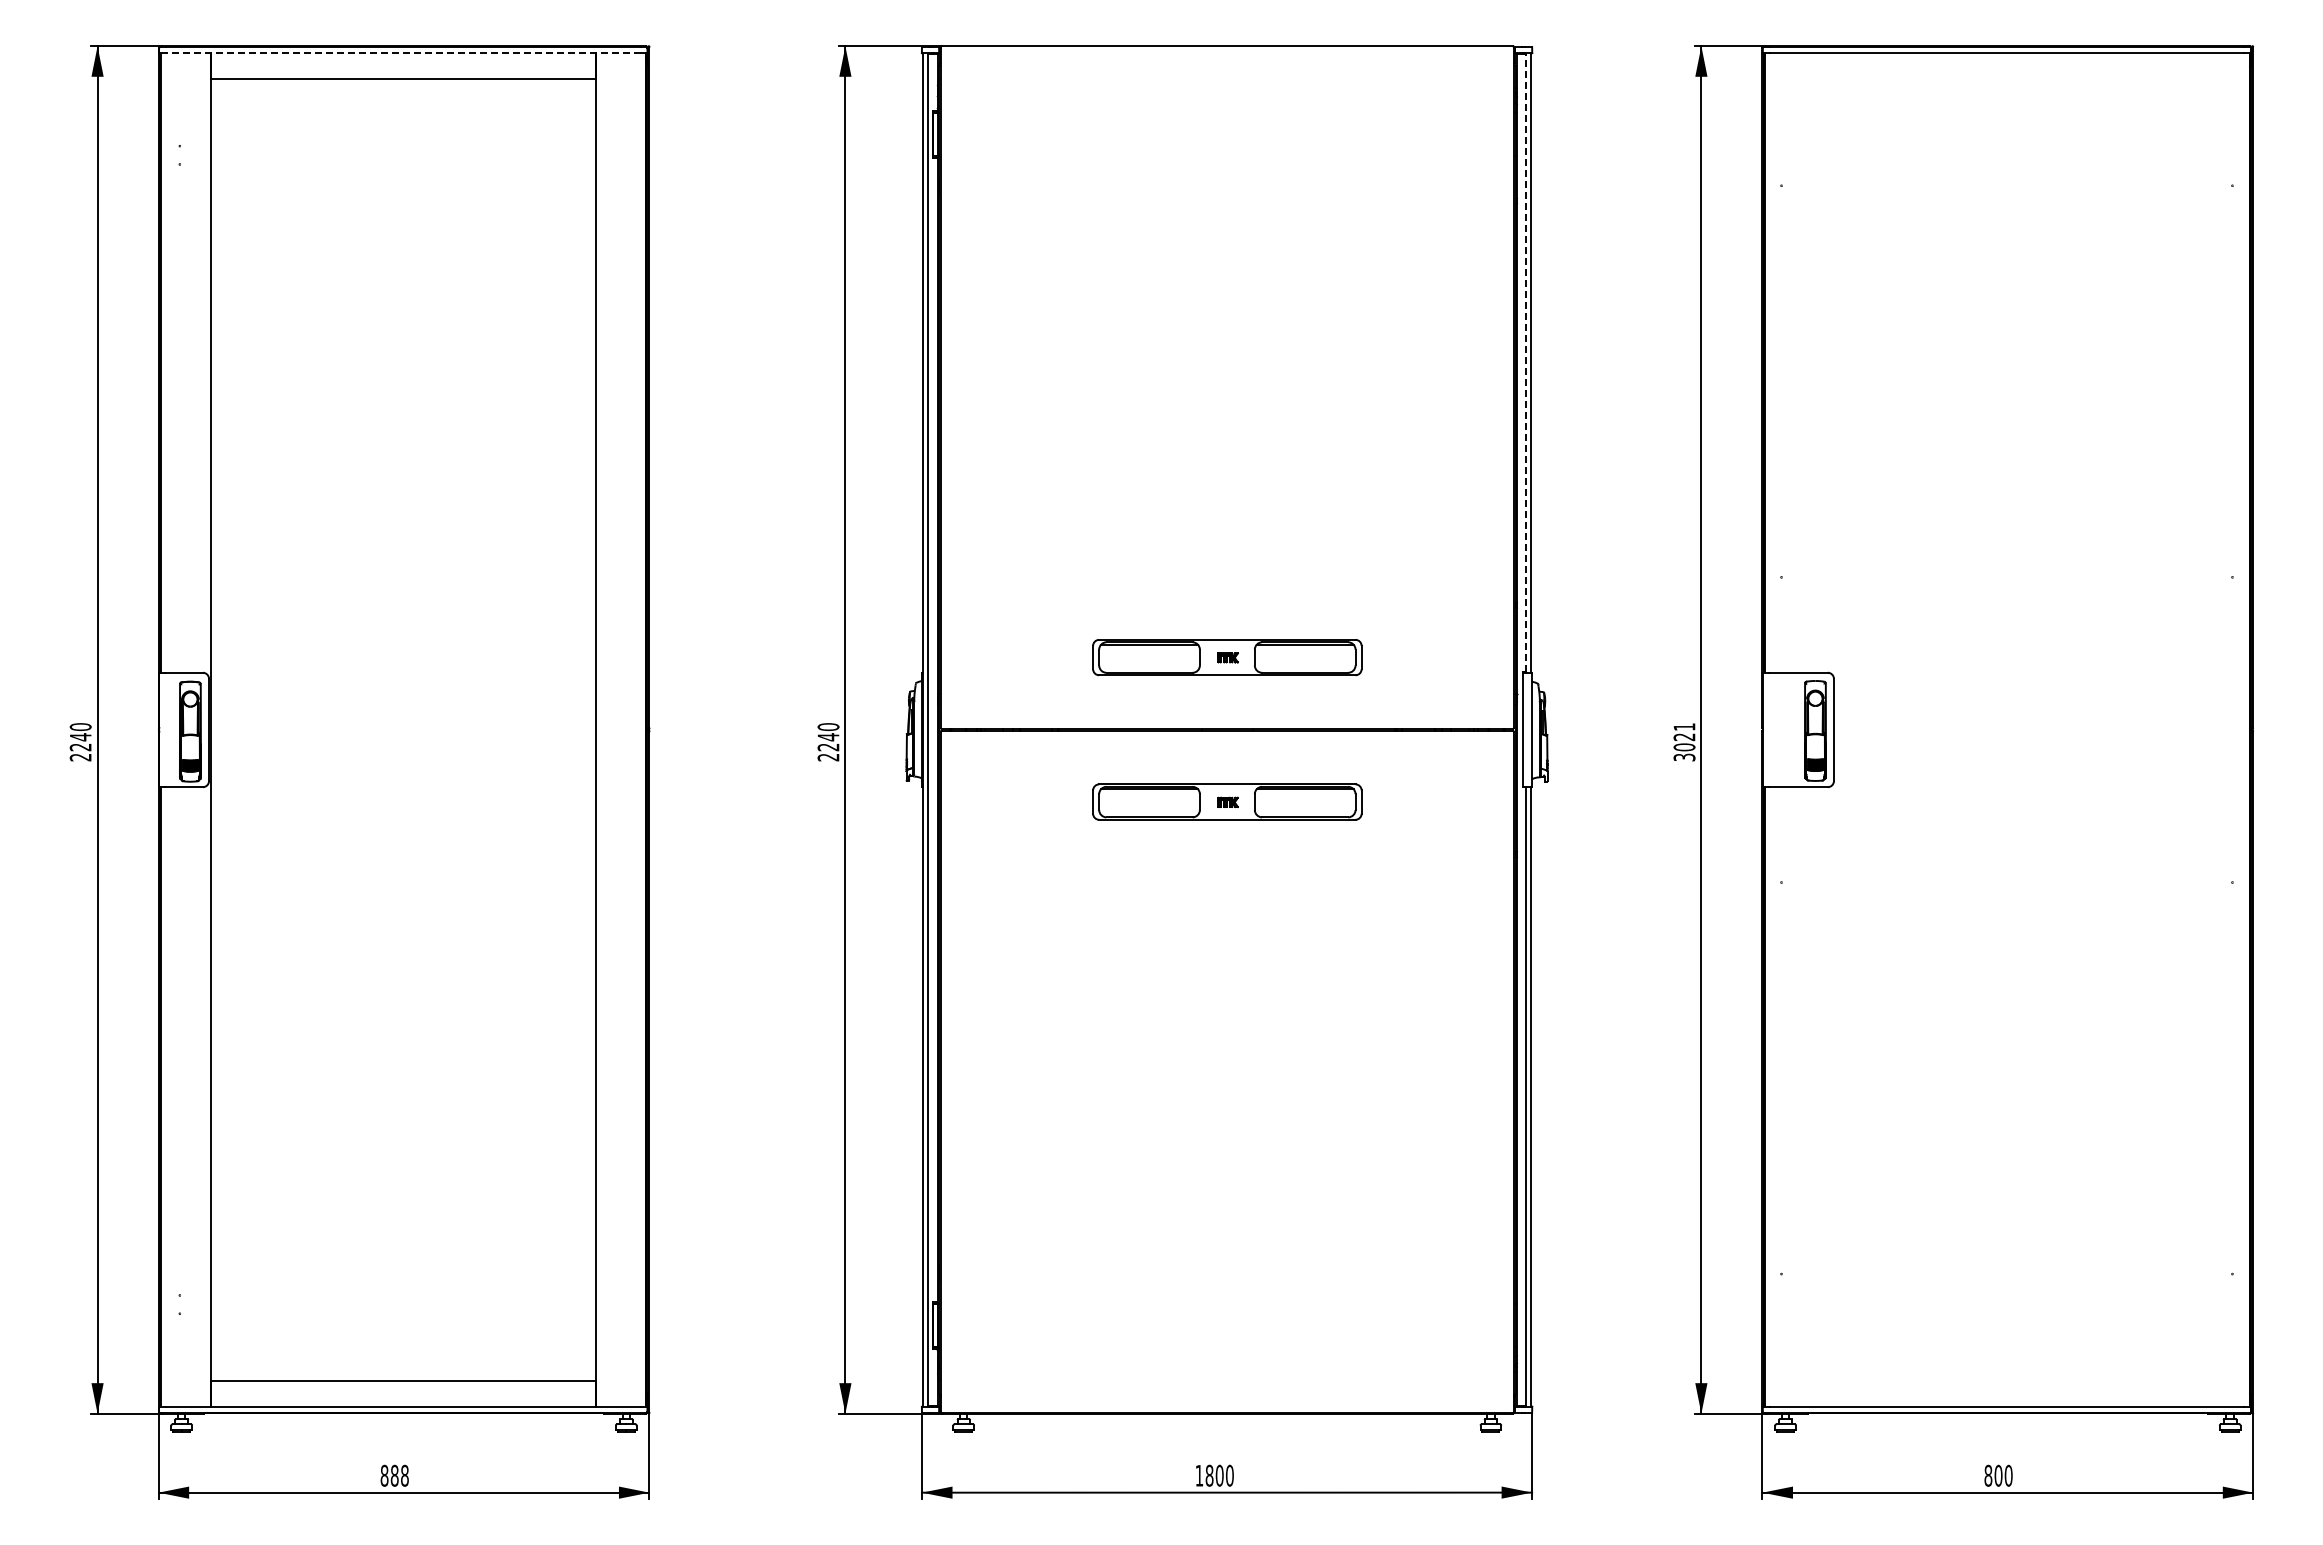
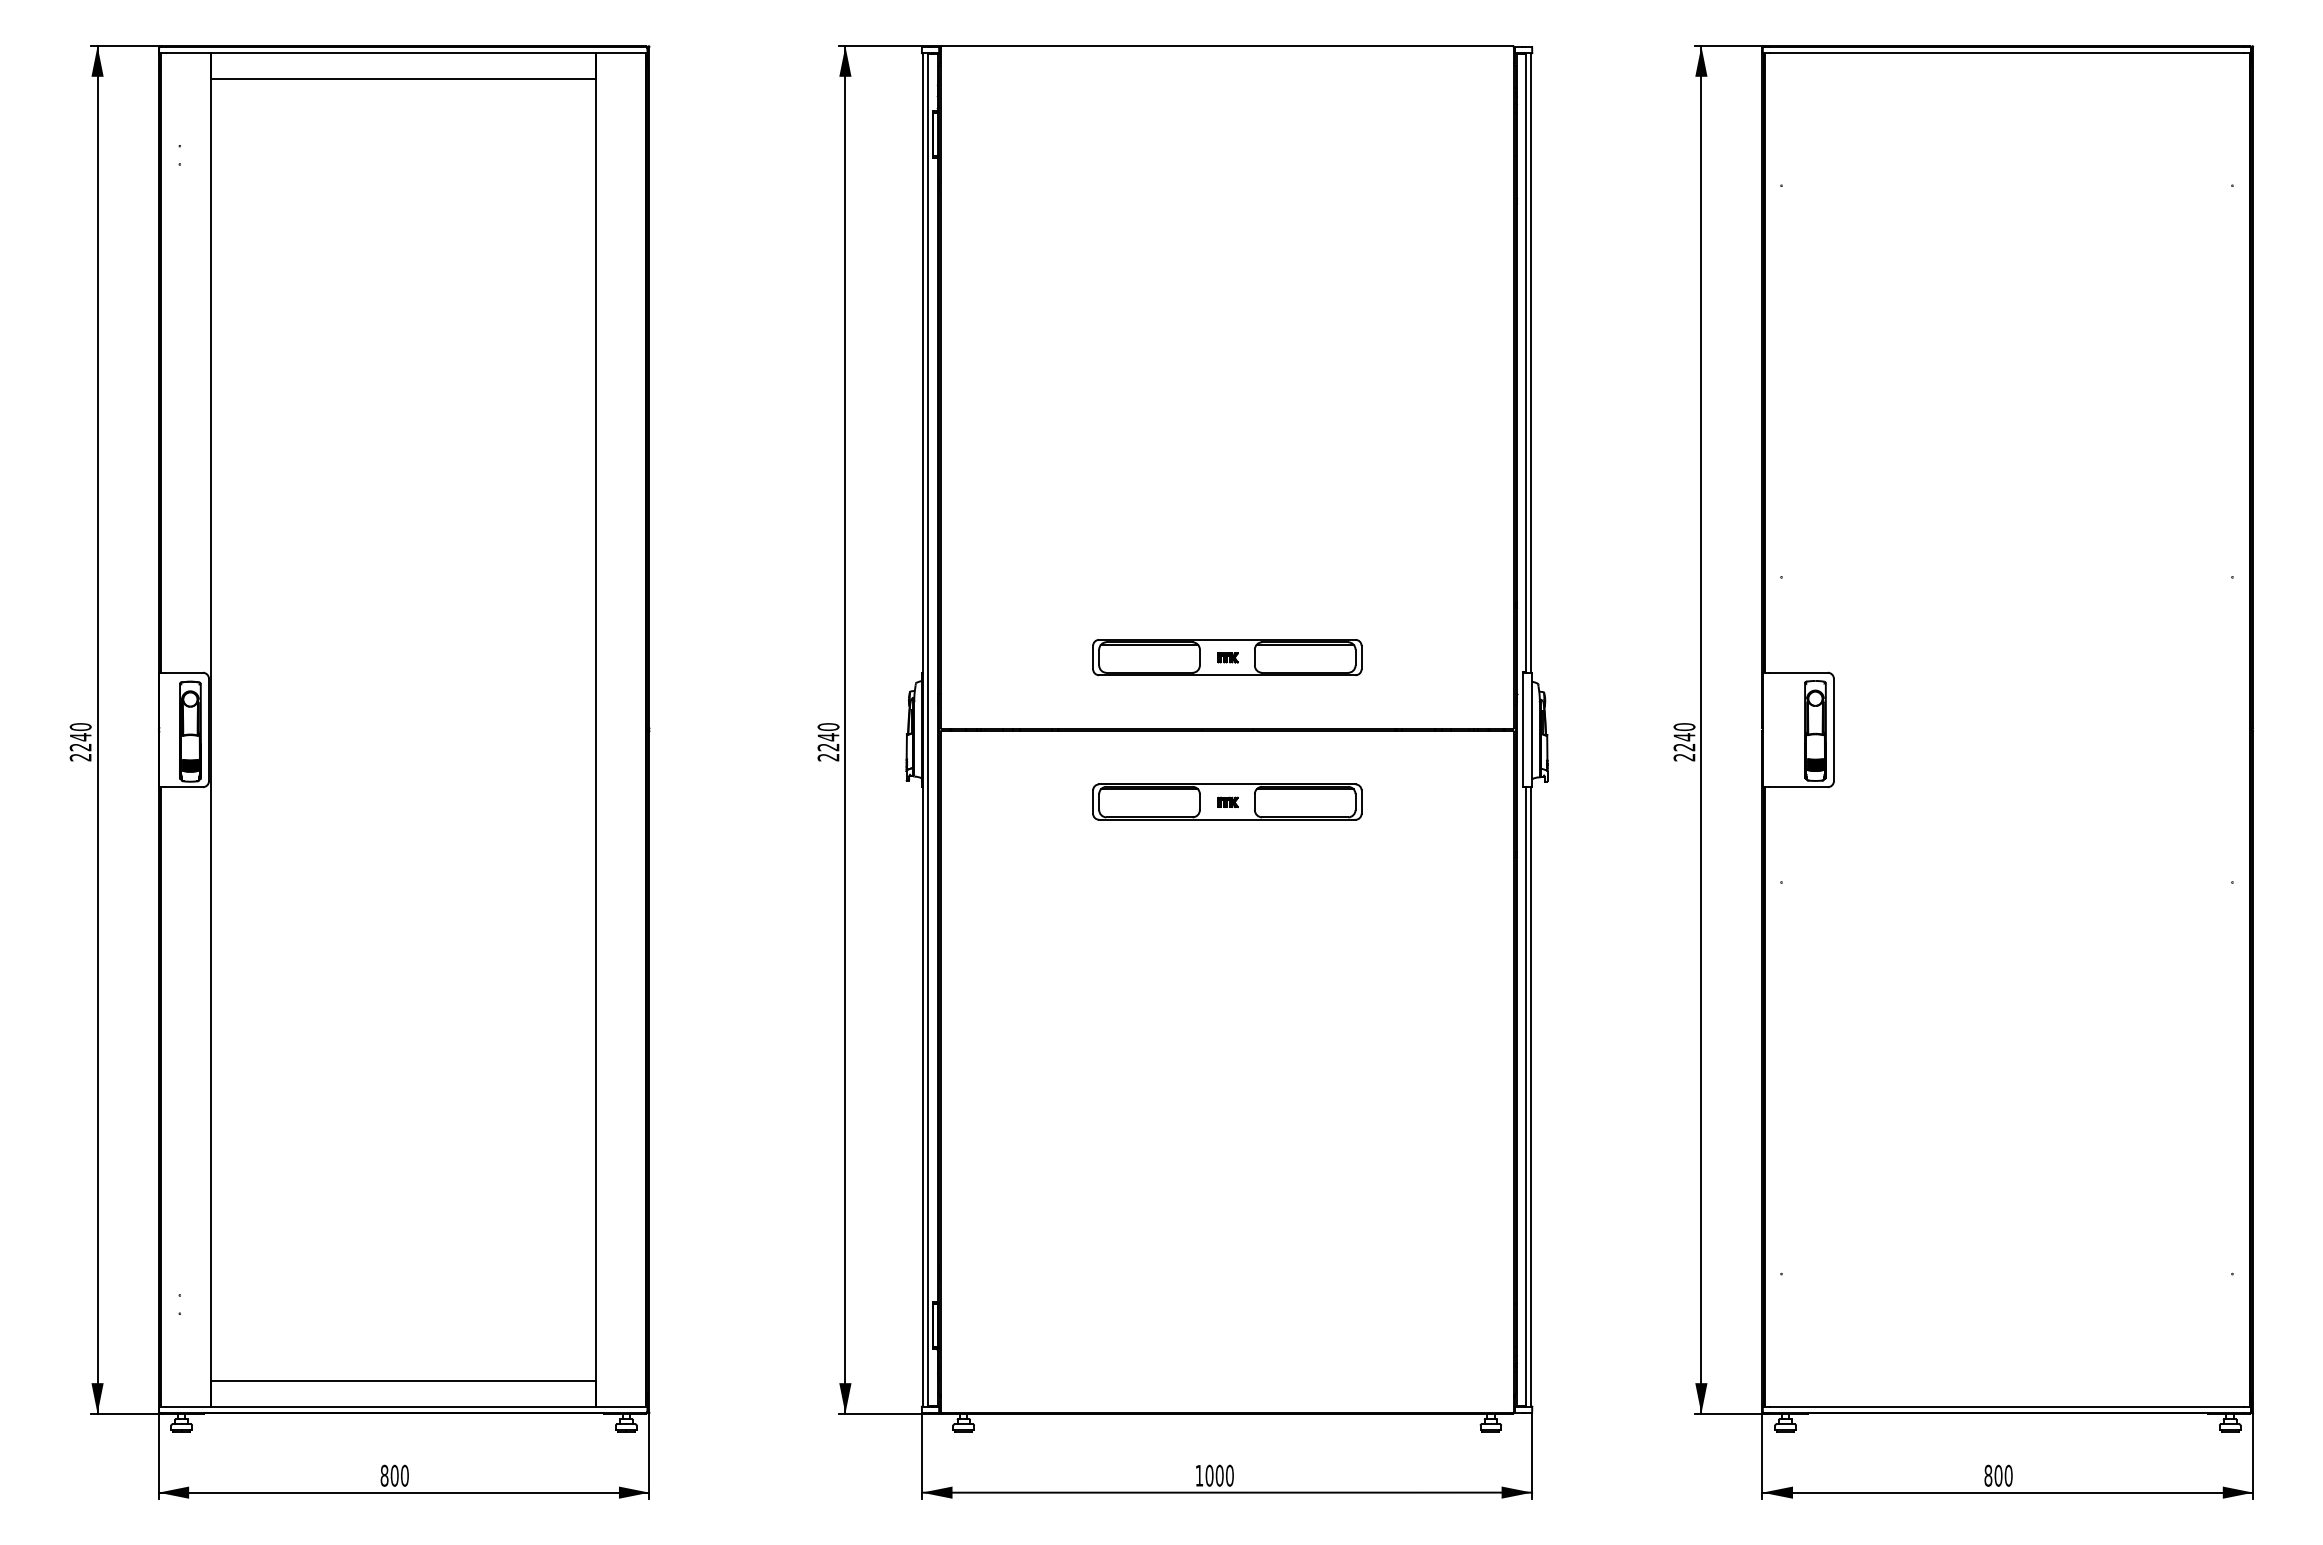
line at (402, 53): dashed -> solid
line at (1526, 362): dashed -> solid
text at (1684, 742): 3021 -> 2240
text at (399, 1475): 888 -> 800
text at (1209, 1475): 1800 -> 1000
